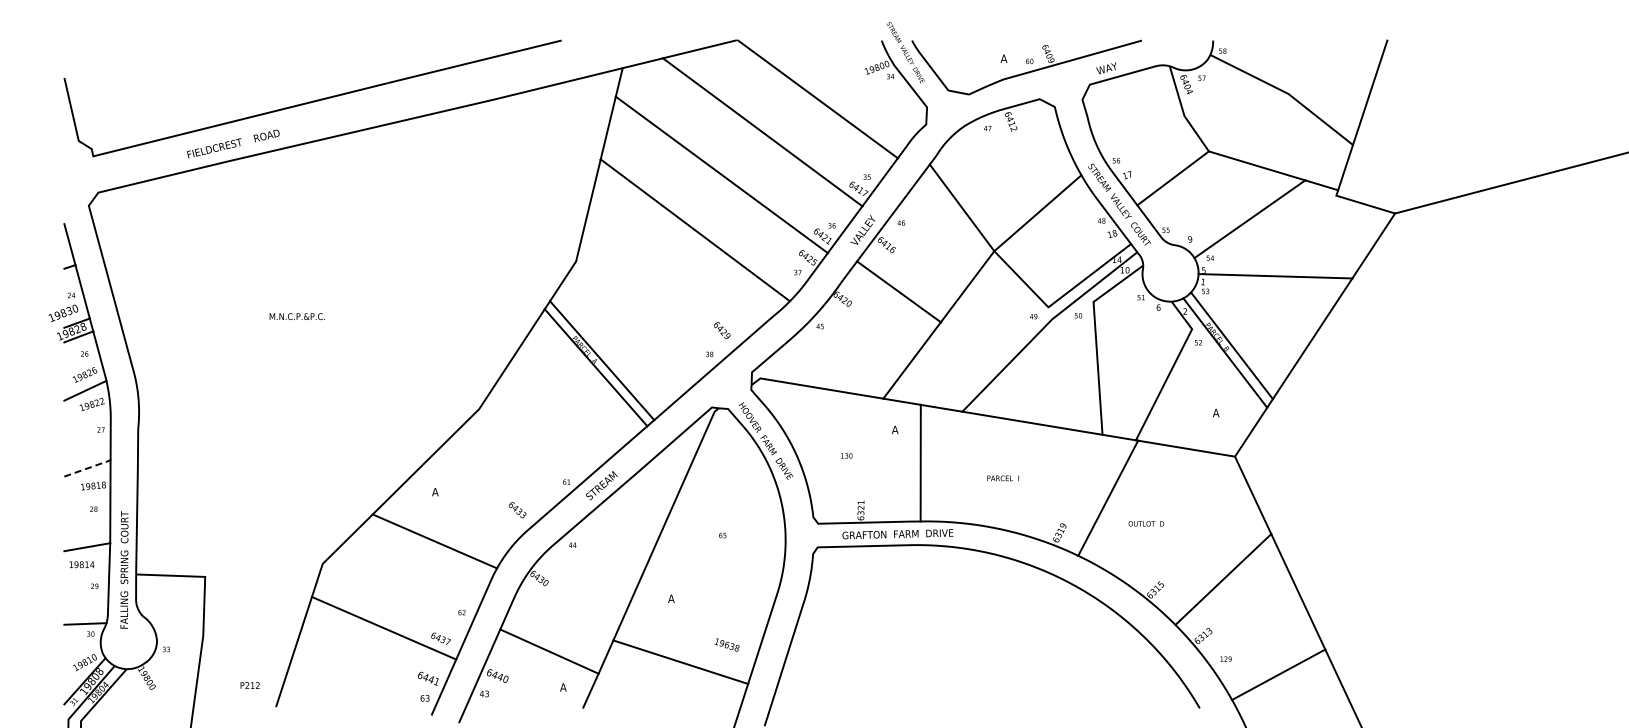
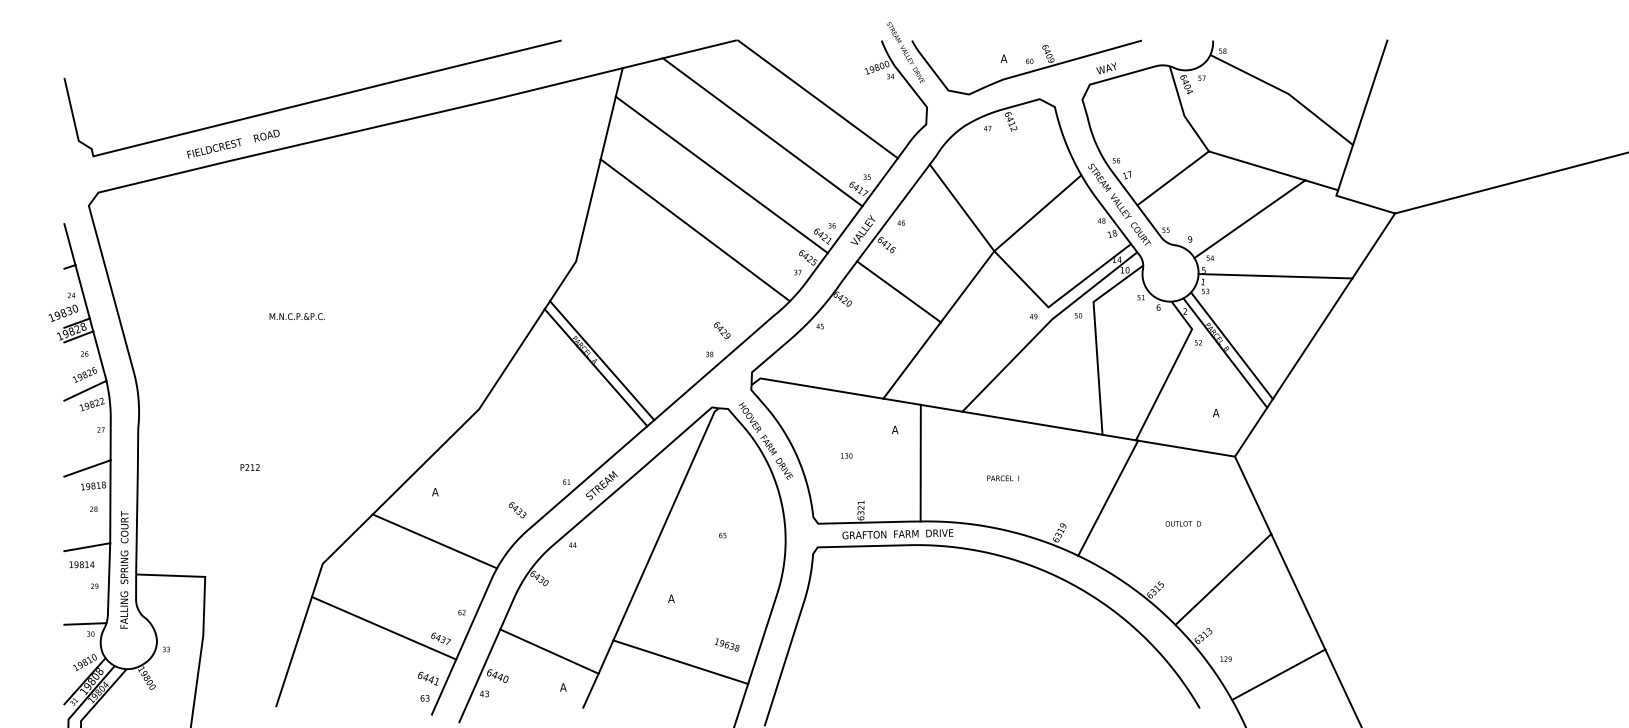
line at (87, 468): dashed -> solid
text at (1146, 523) position: (1146, 523) -> (1183, 523)
text at (249, 685) position: (249, 685) -> (249, 467)
